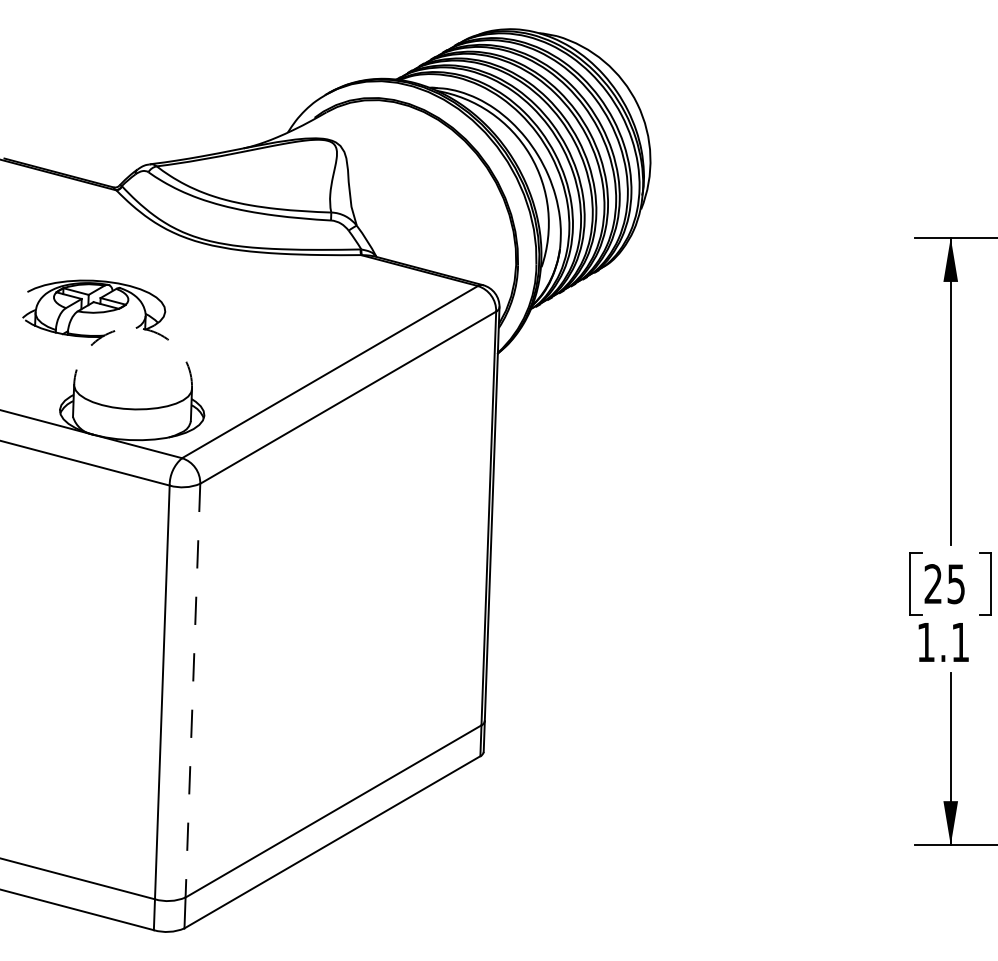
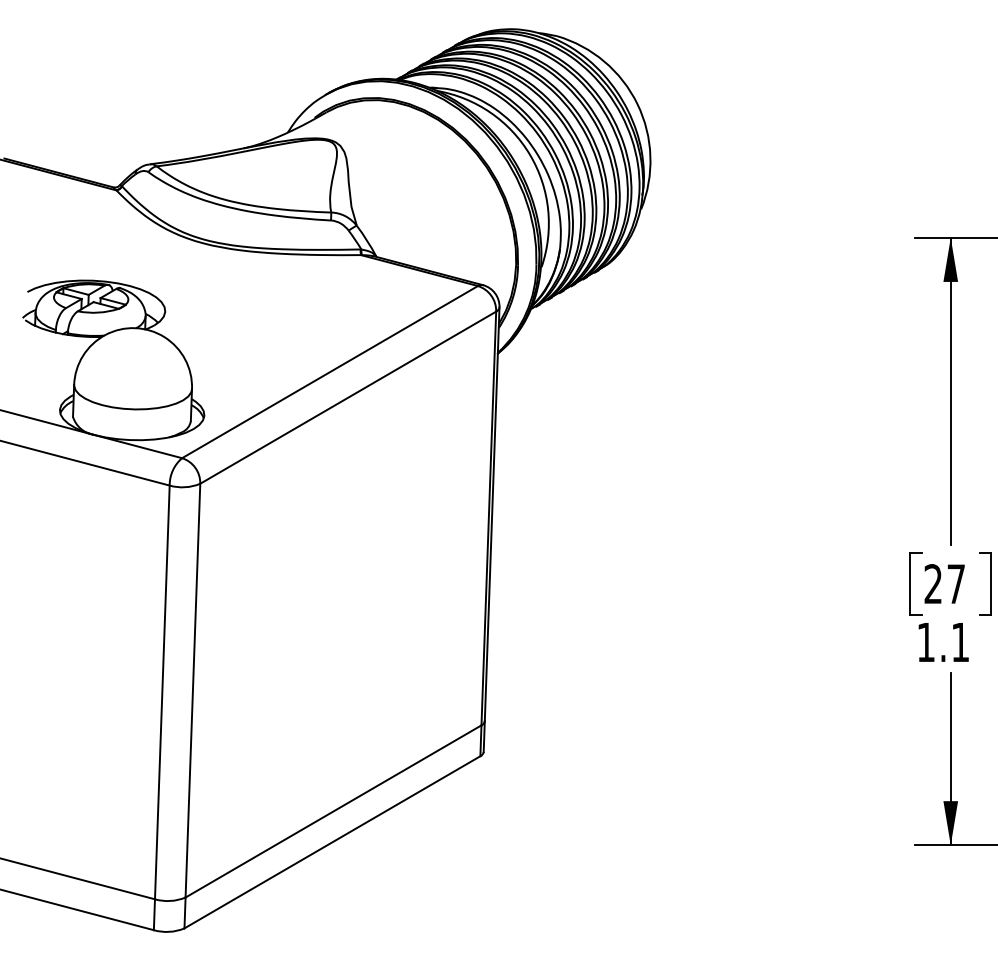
arc at (135, 328): dashed -> solid
text at (955, 584): 25 -> 27
line at (192, 691): dashed -> solid
